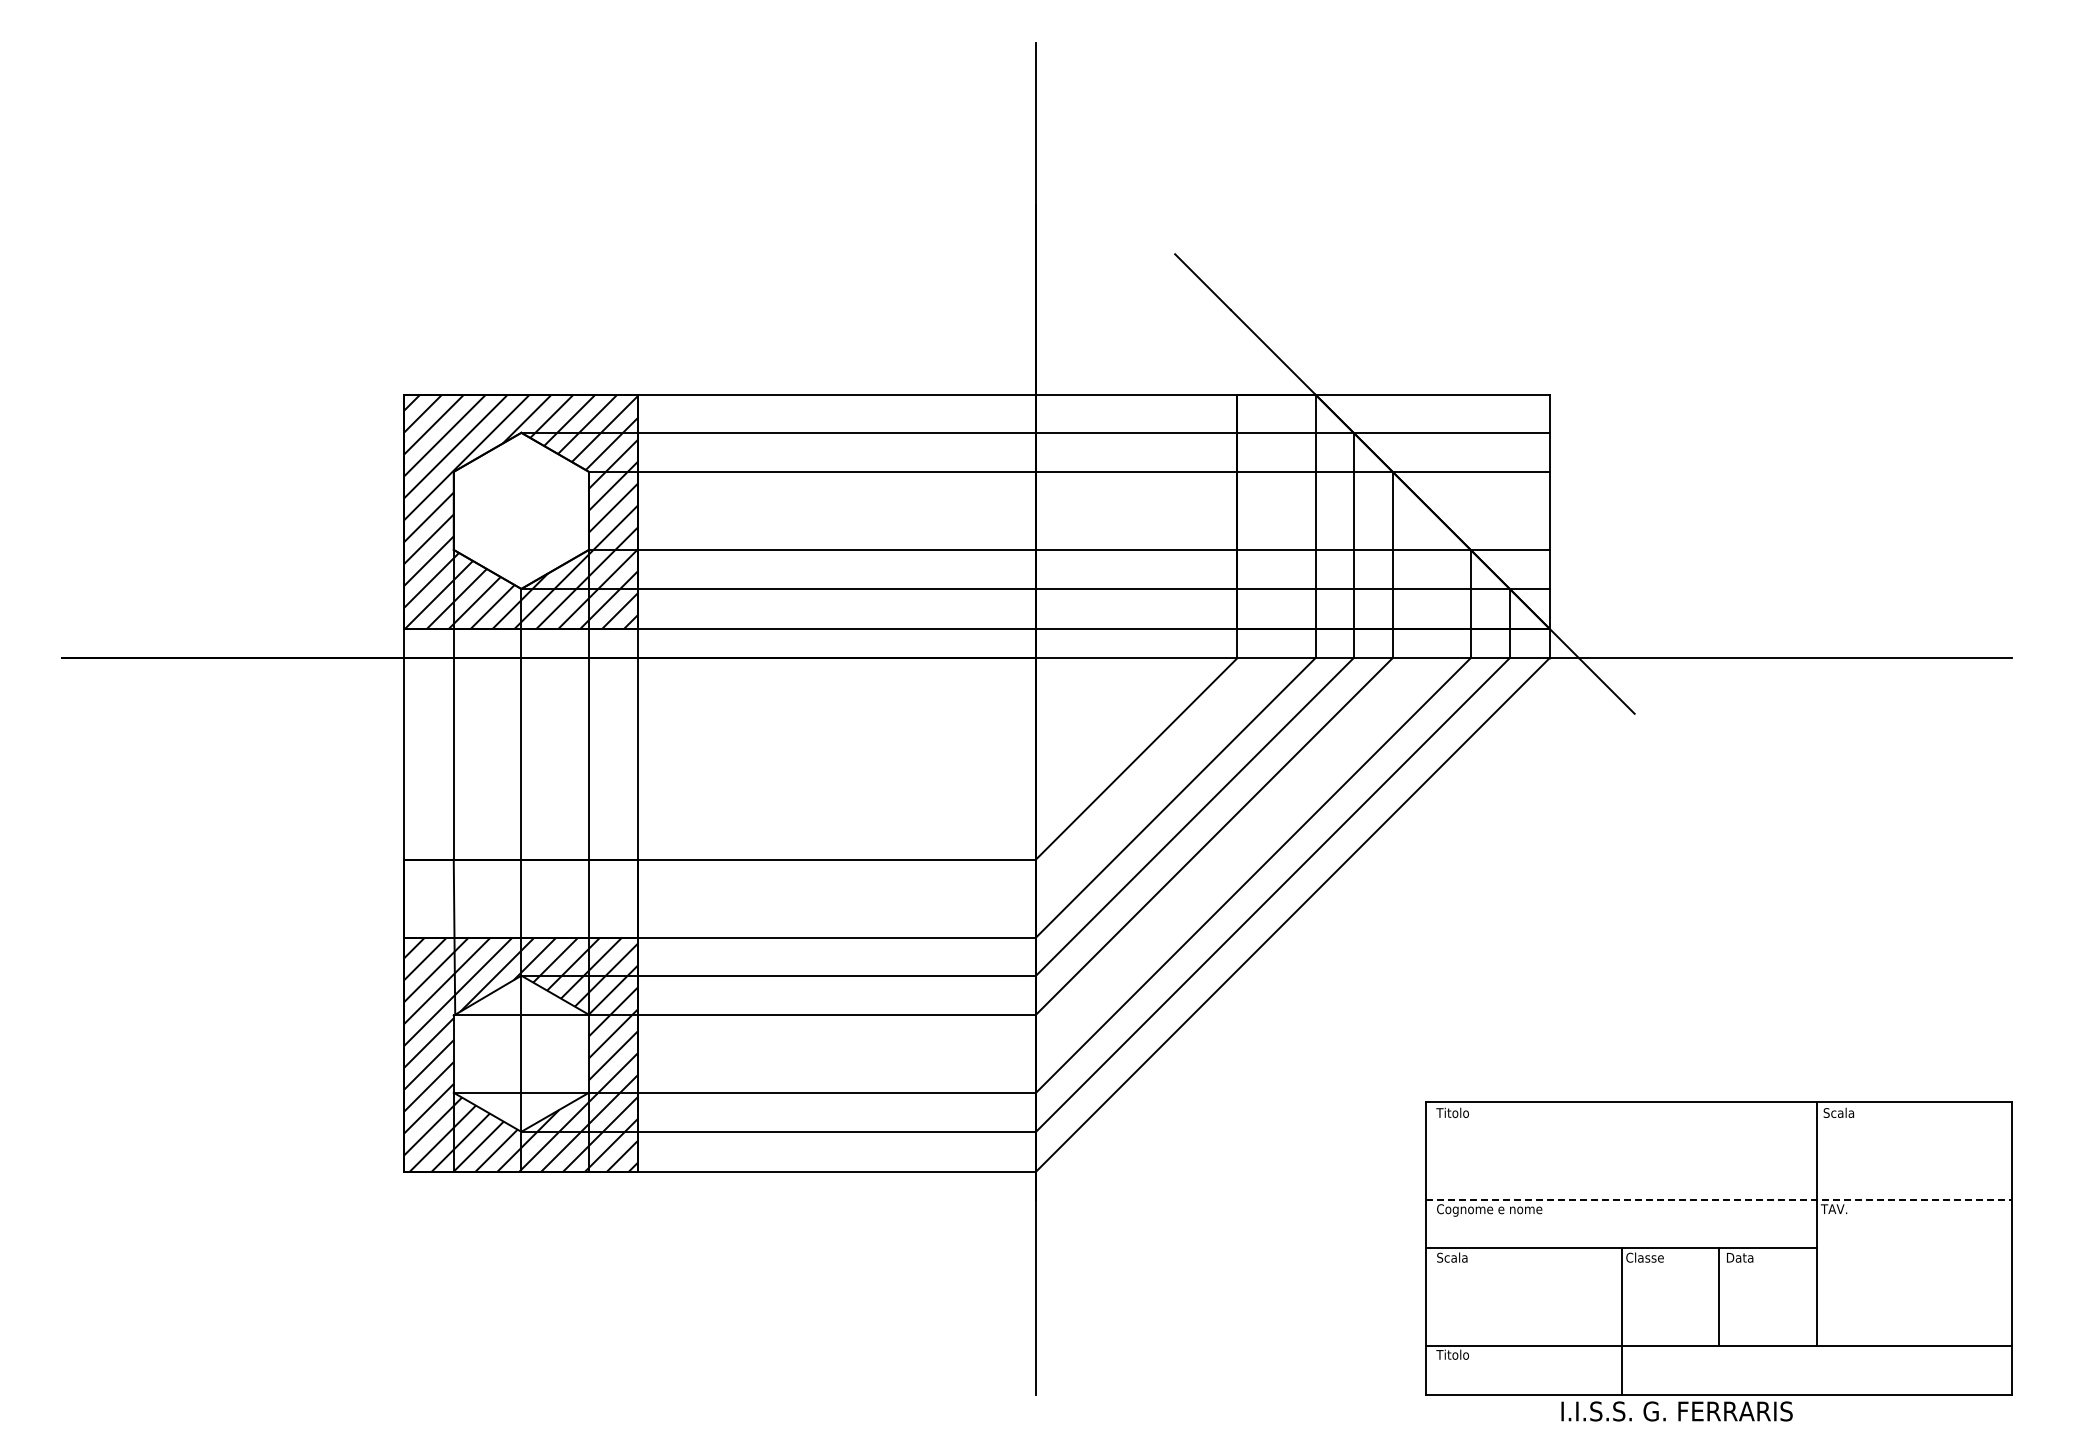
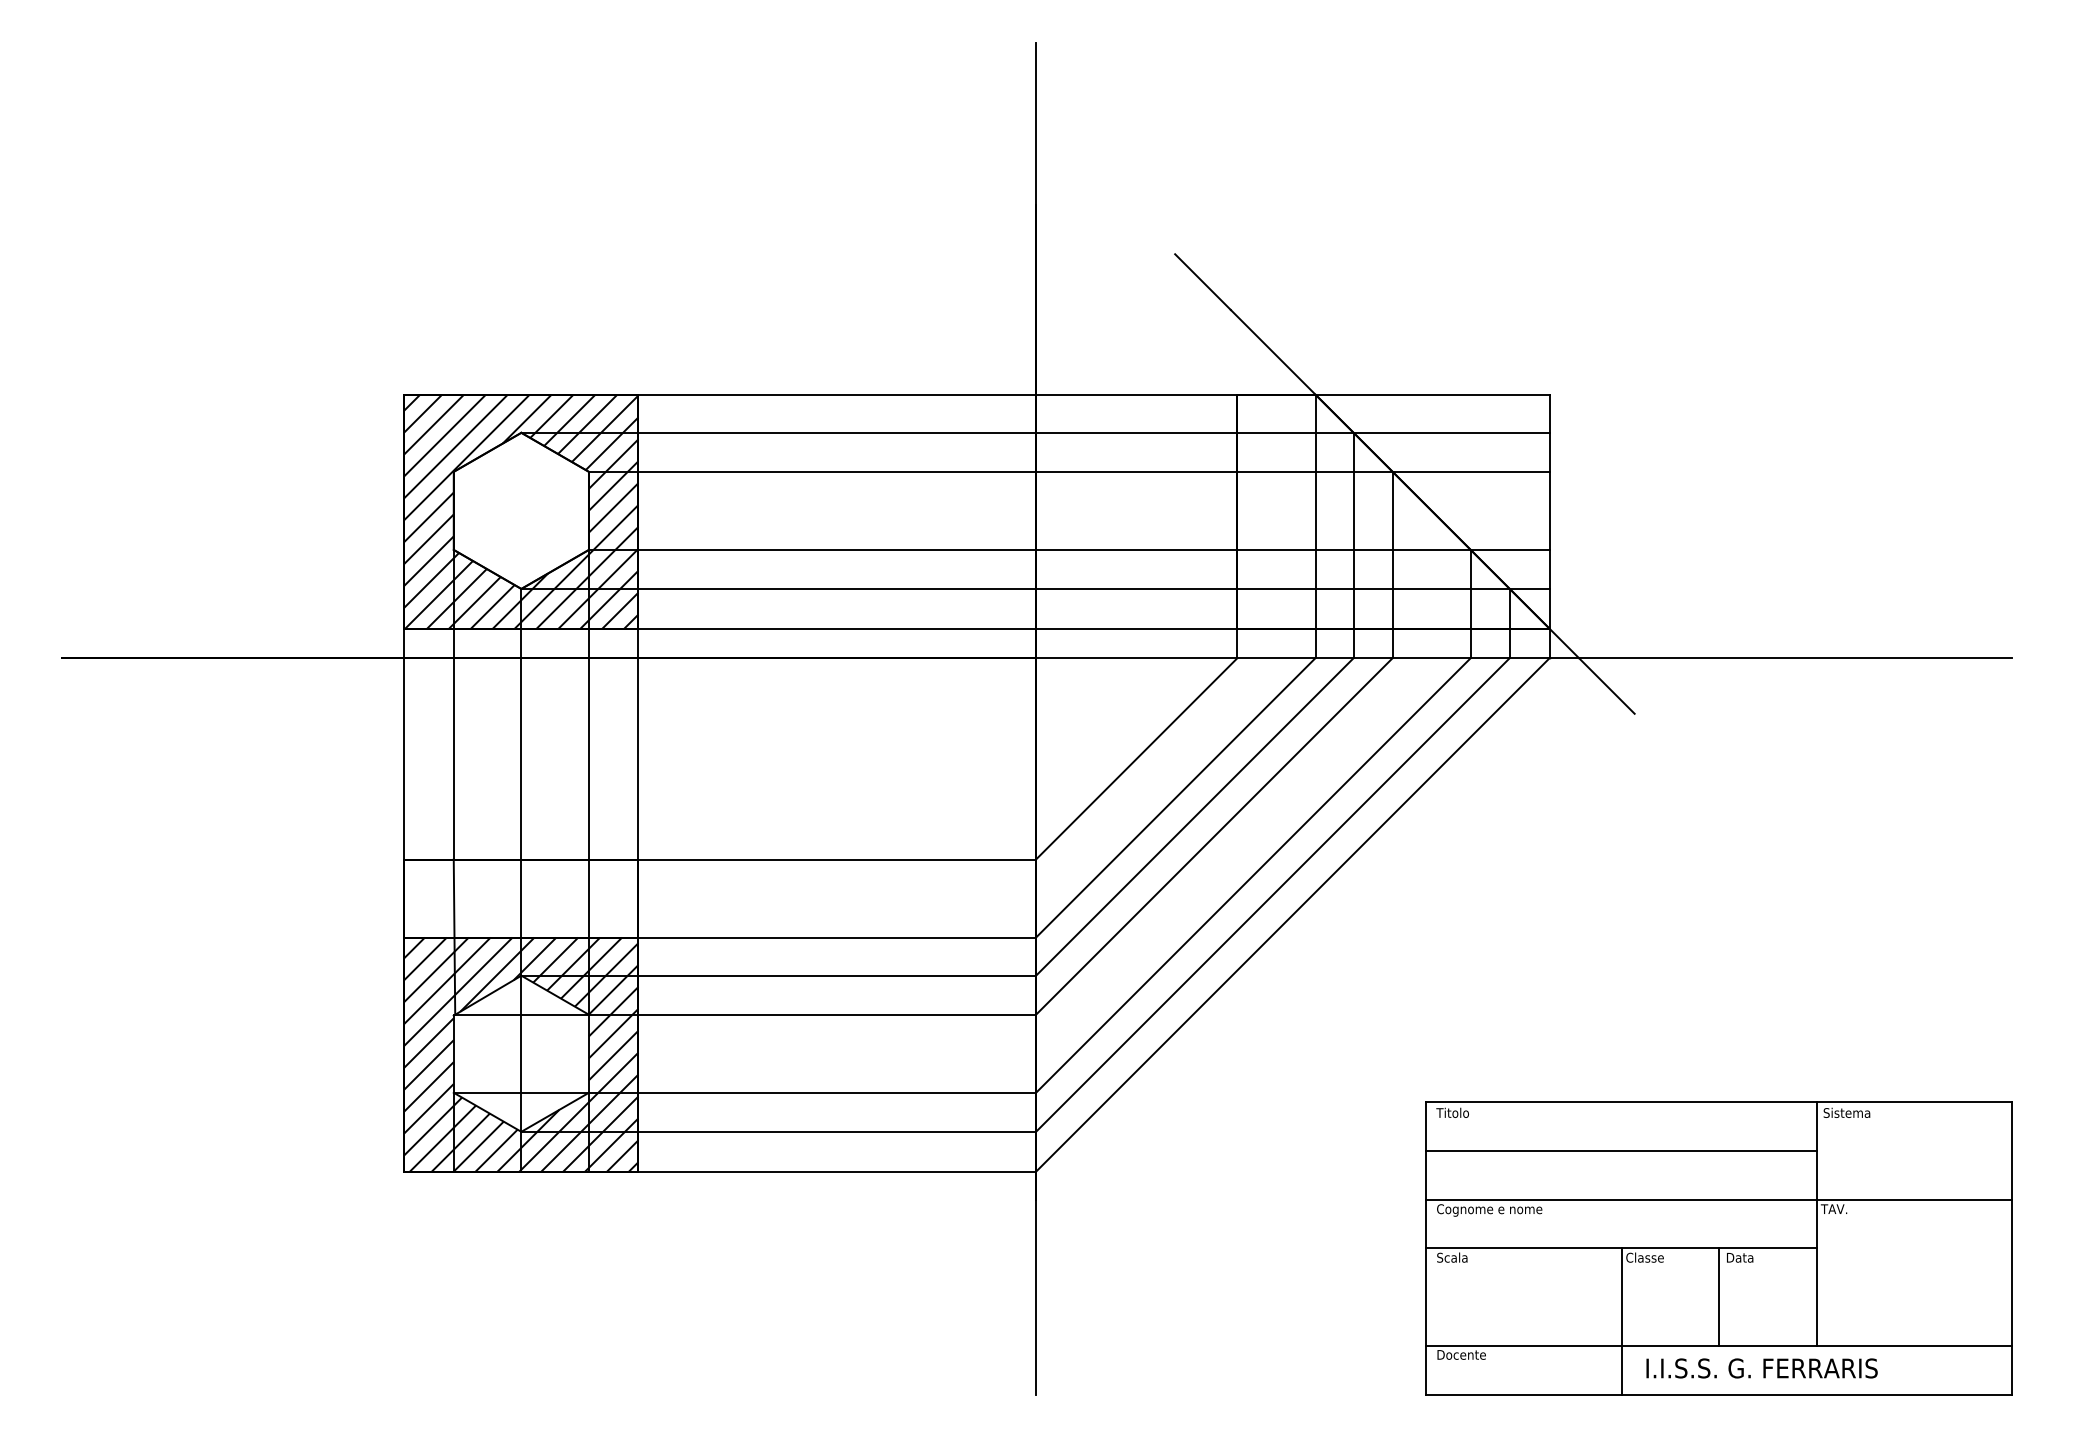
text at (1850, 1112): Scala -> Sistema
line at (1621, 1150): none -> present
line at (1719, 1199): dashed -> solid
text at (1460, 1354): Titolo -> Docente
text at (1676, 1411) position: (1676, 1411) -> (1761, 1368)
